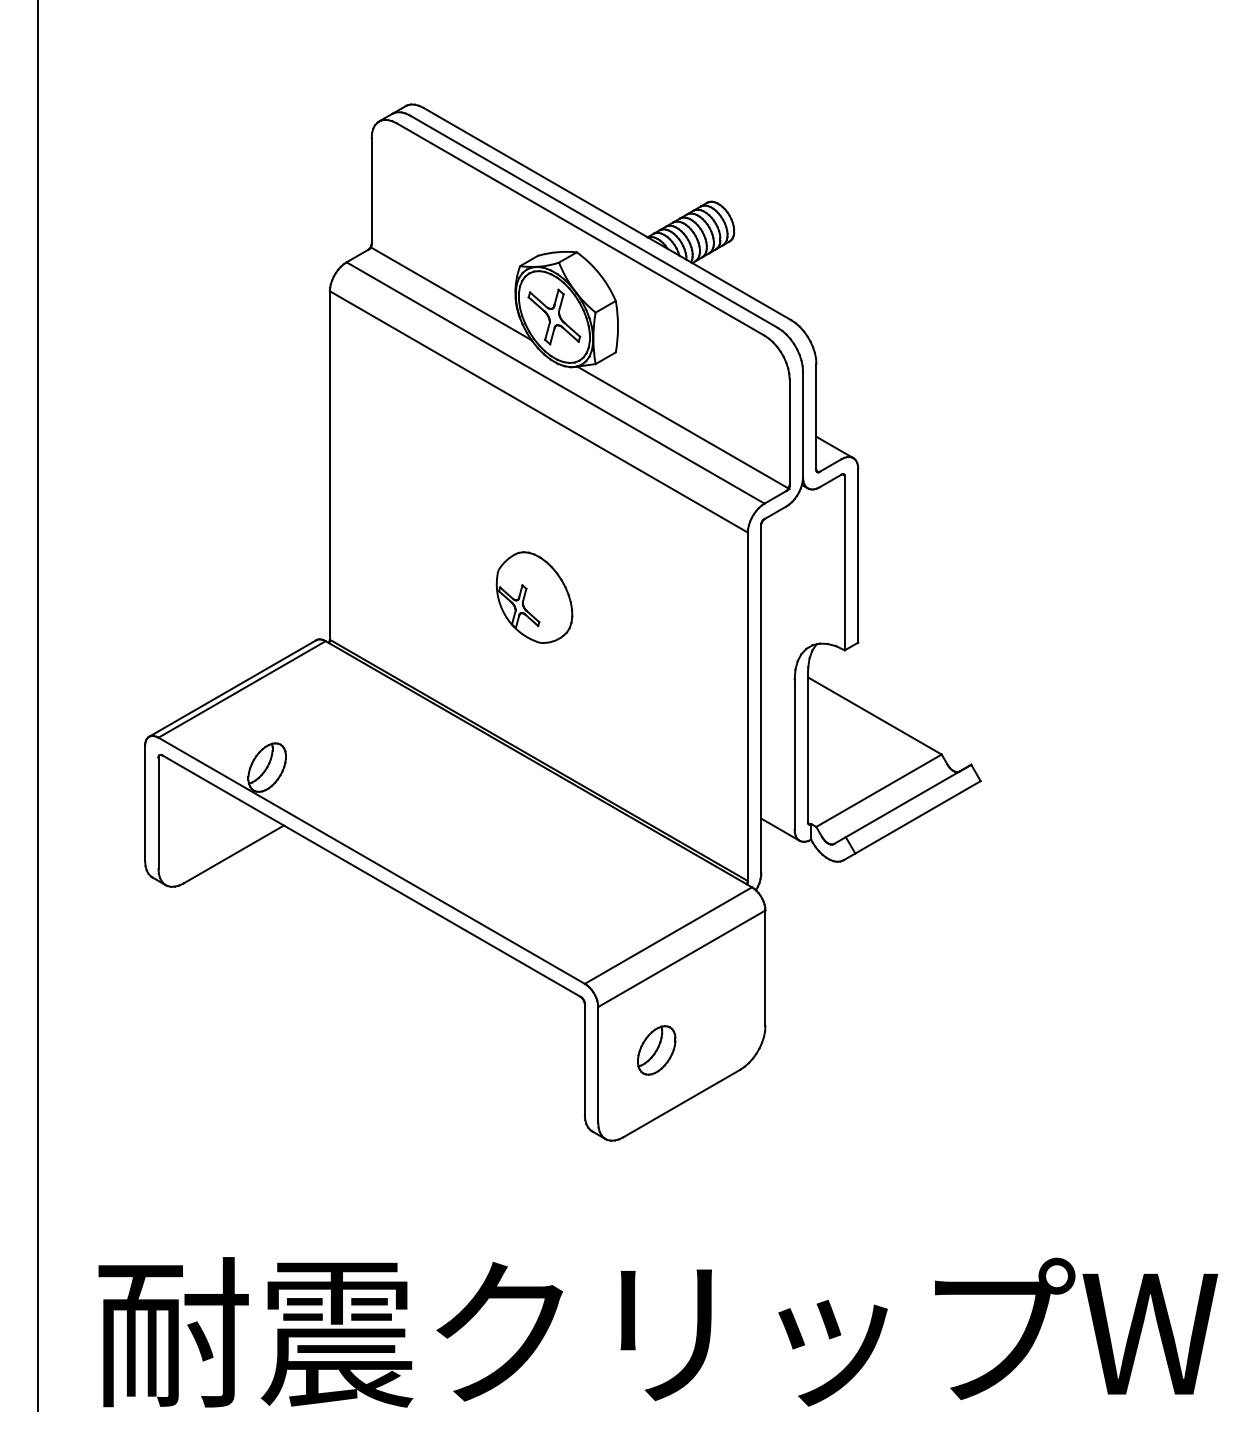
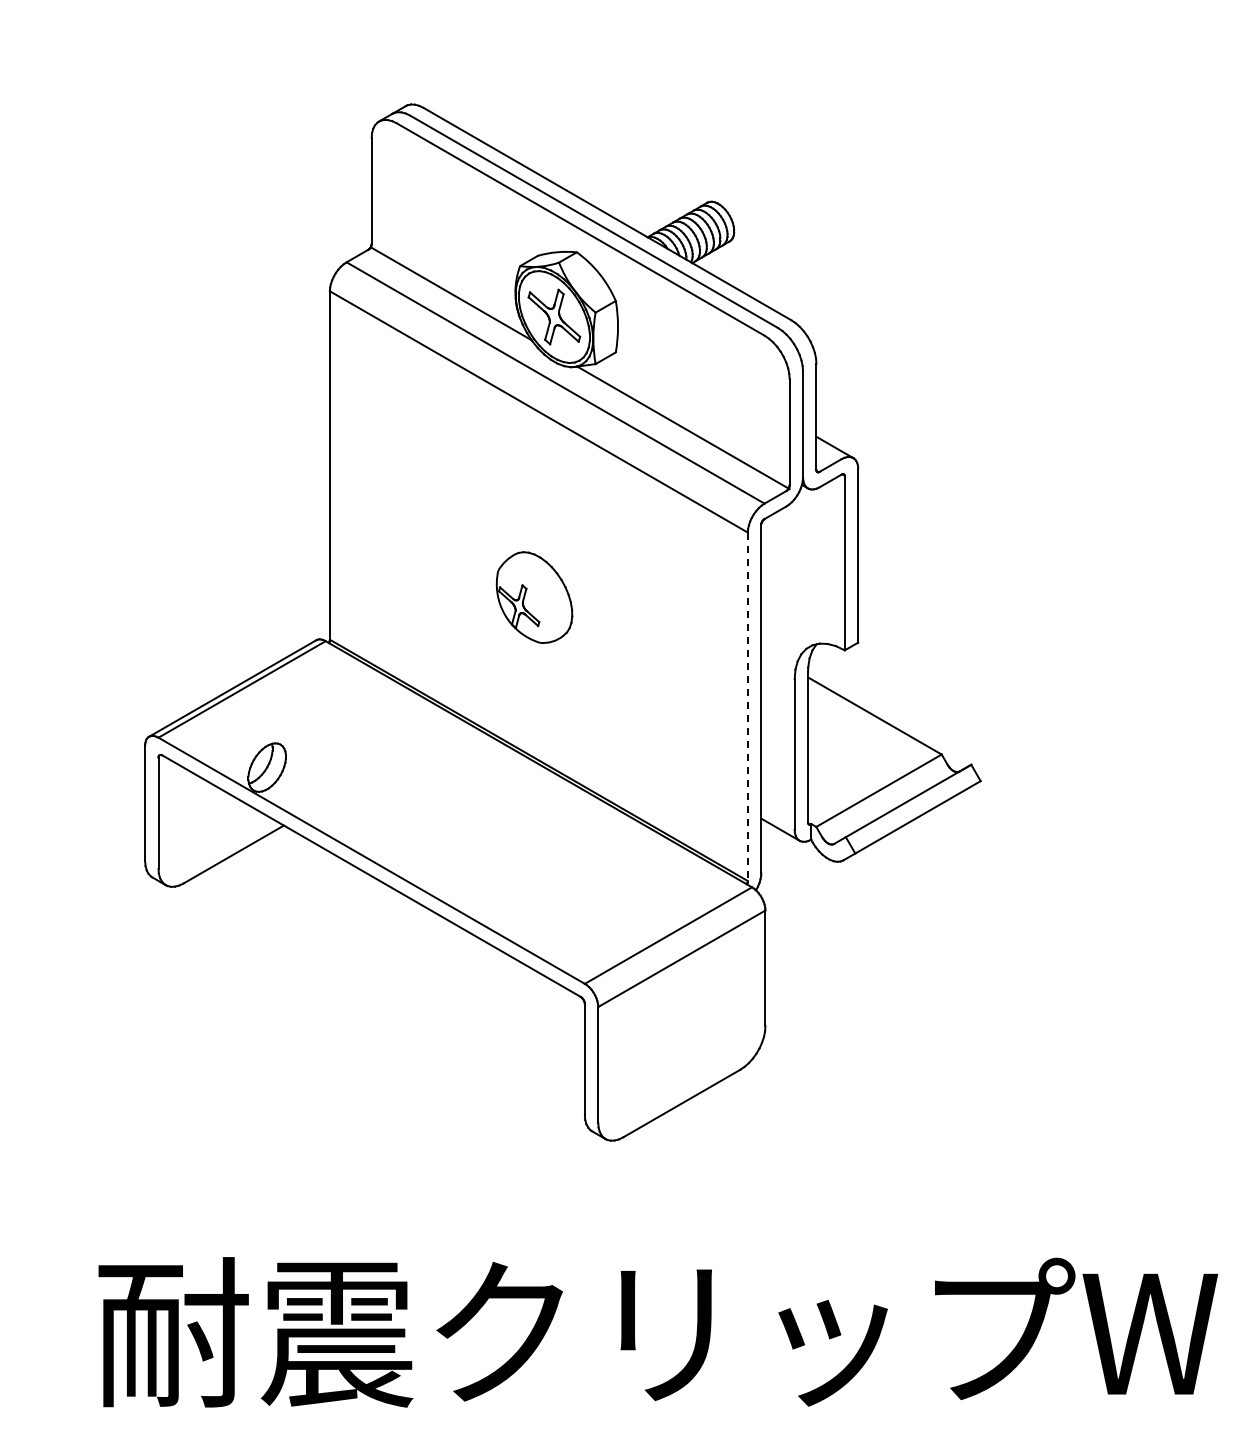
line at (37, 706): present -> none
line at (747, 707): solid -> dashed
part at (656, 1050): present -> none
